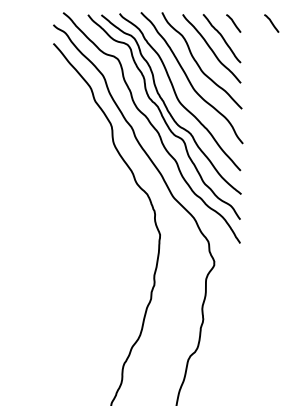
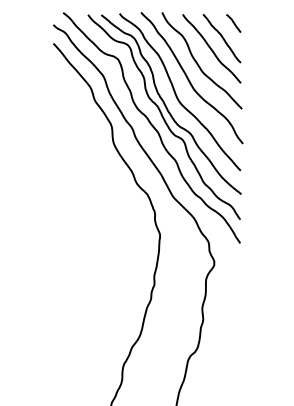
line at (271, 23): present -> none
